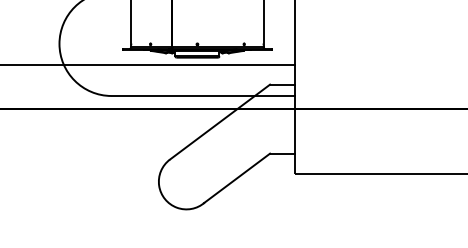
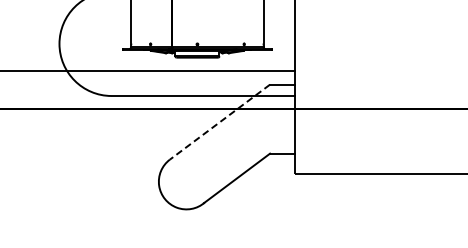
line at (148, 64) position: (148, 64) -> (148, 70)
line at (220, 122): solid -> dashed
